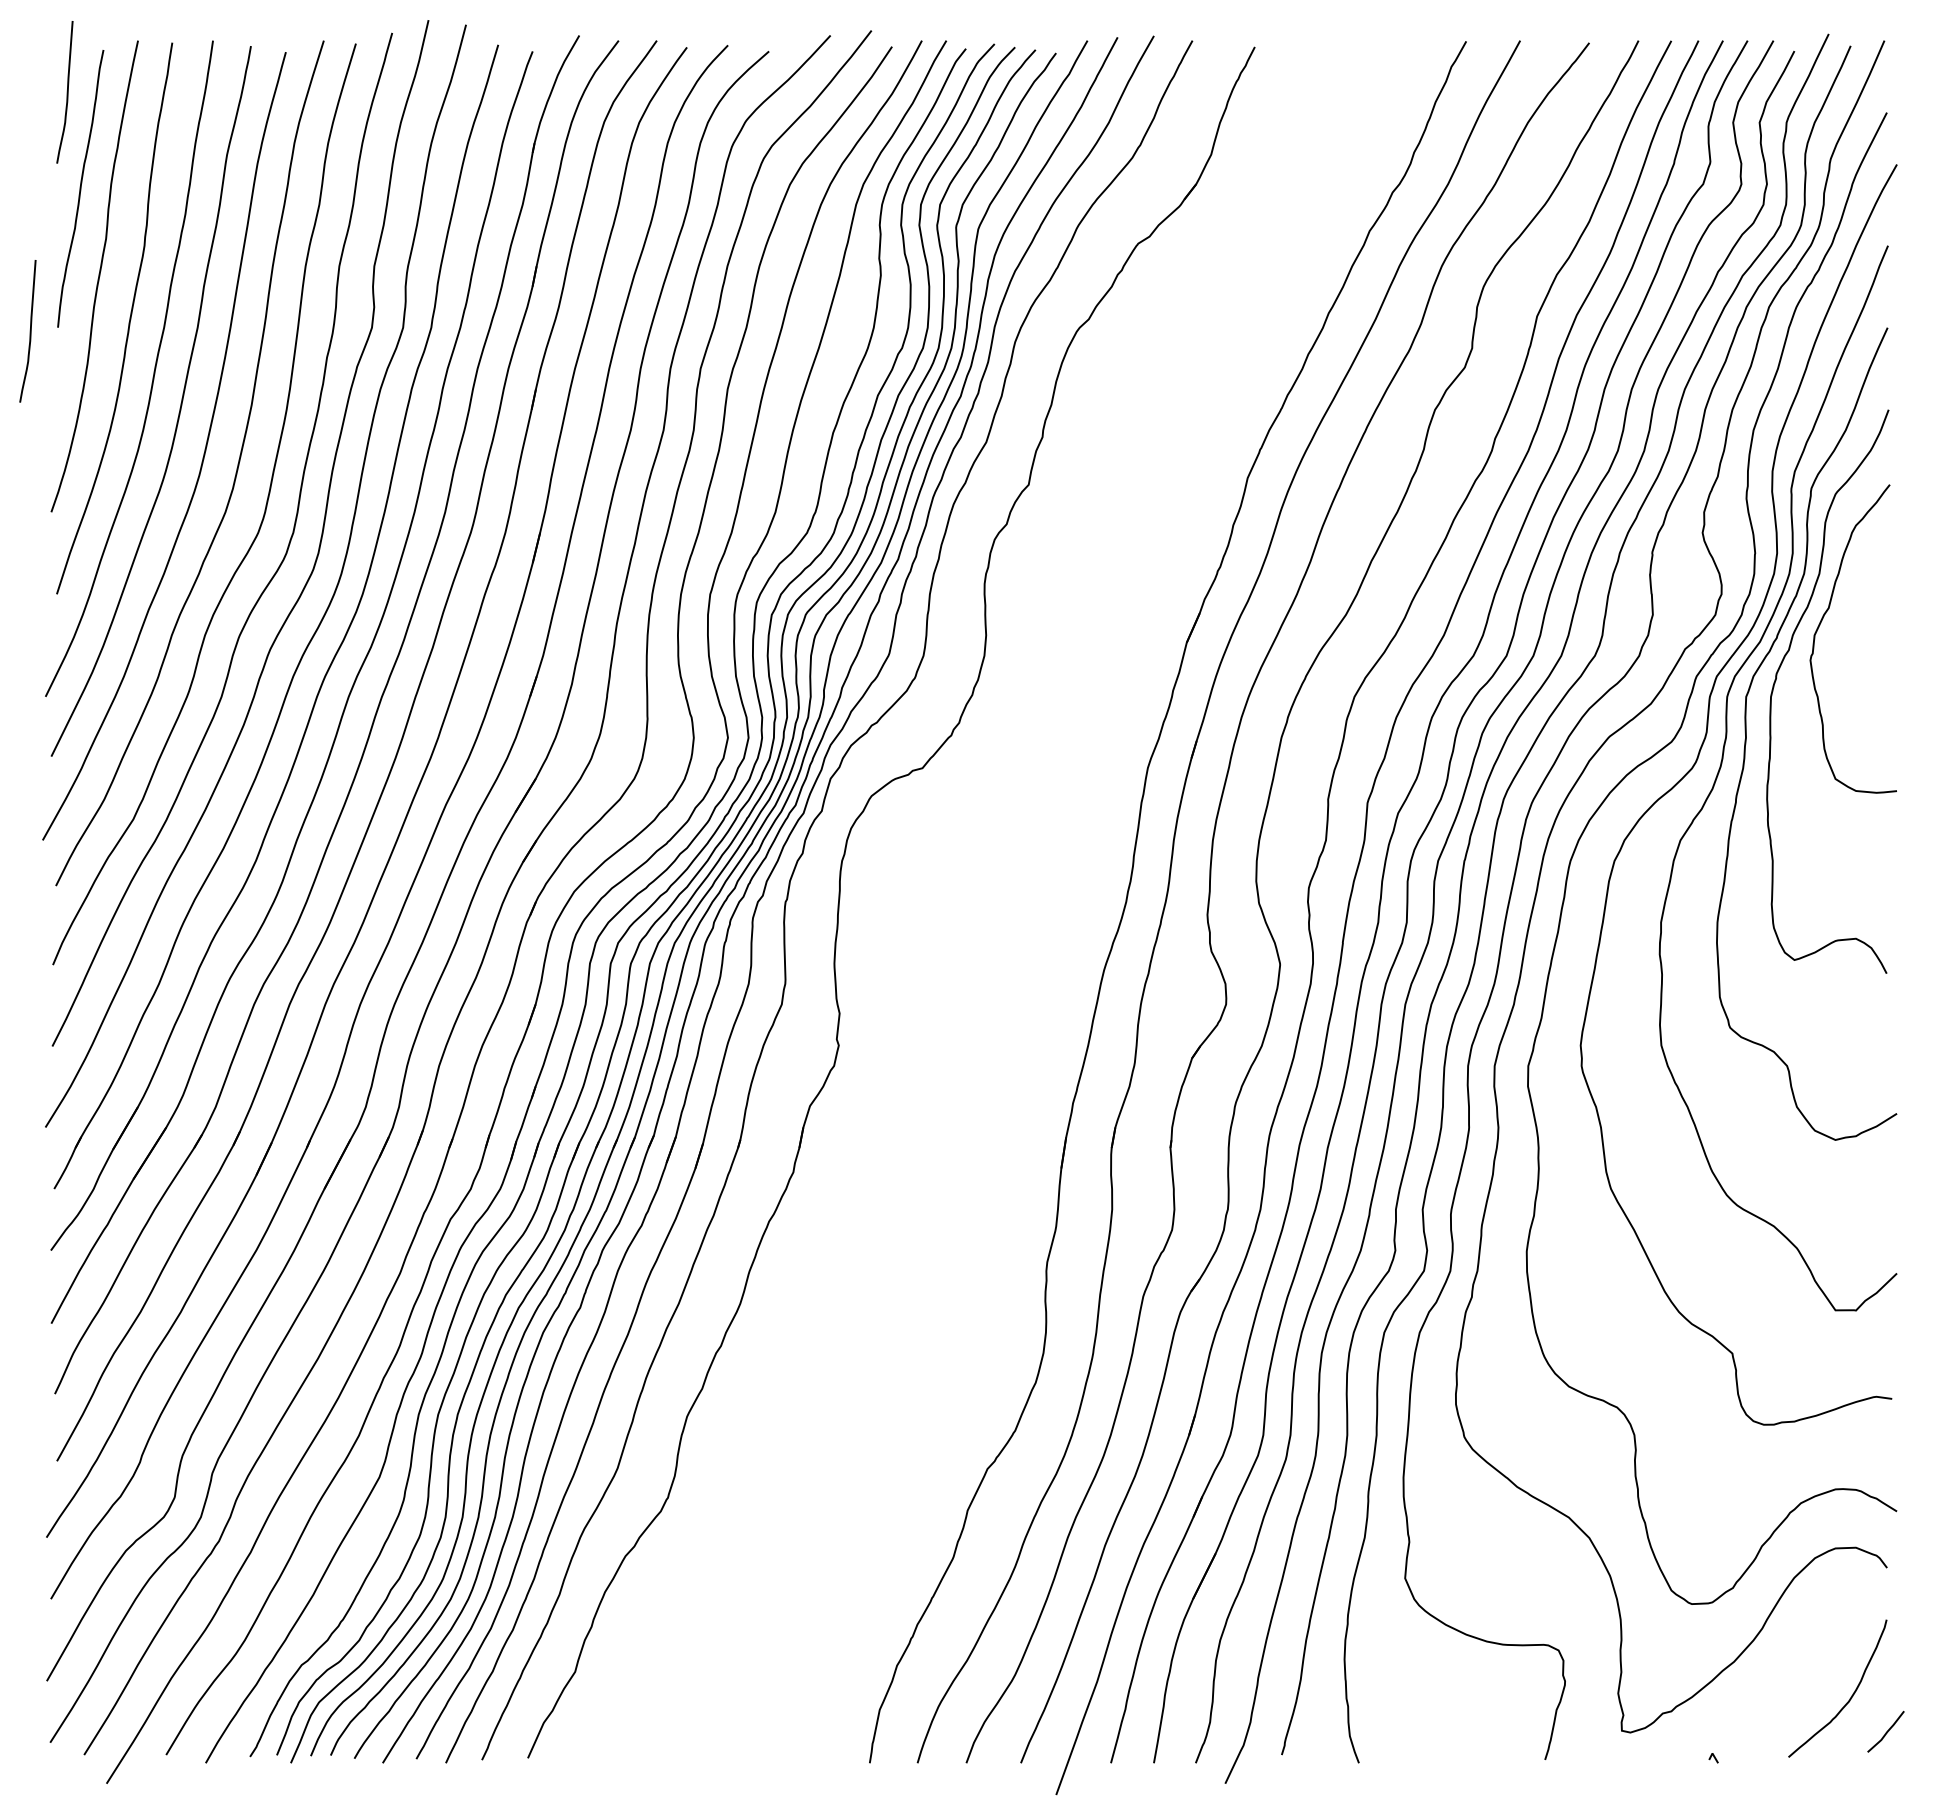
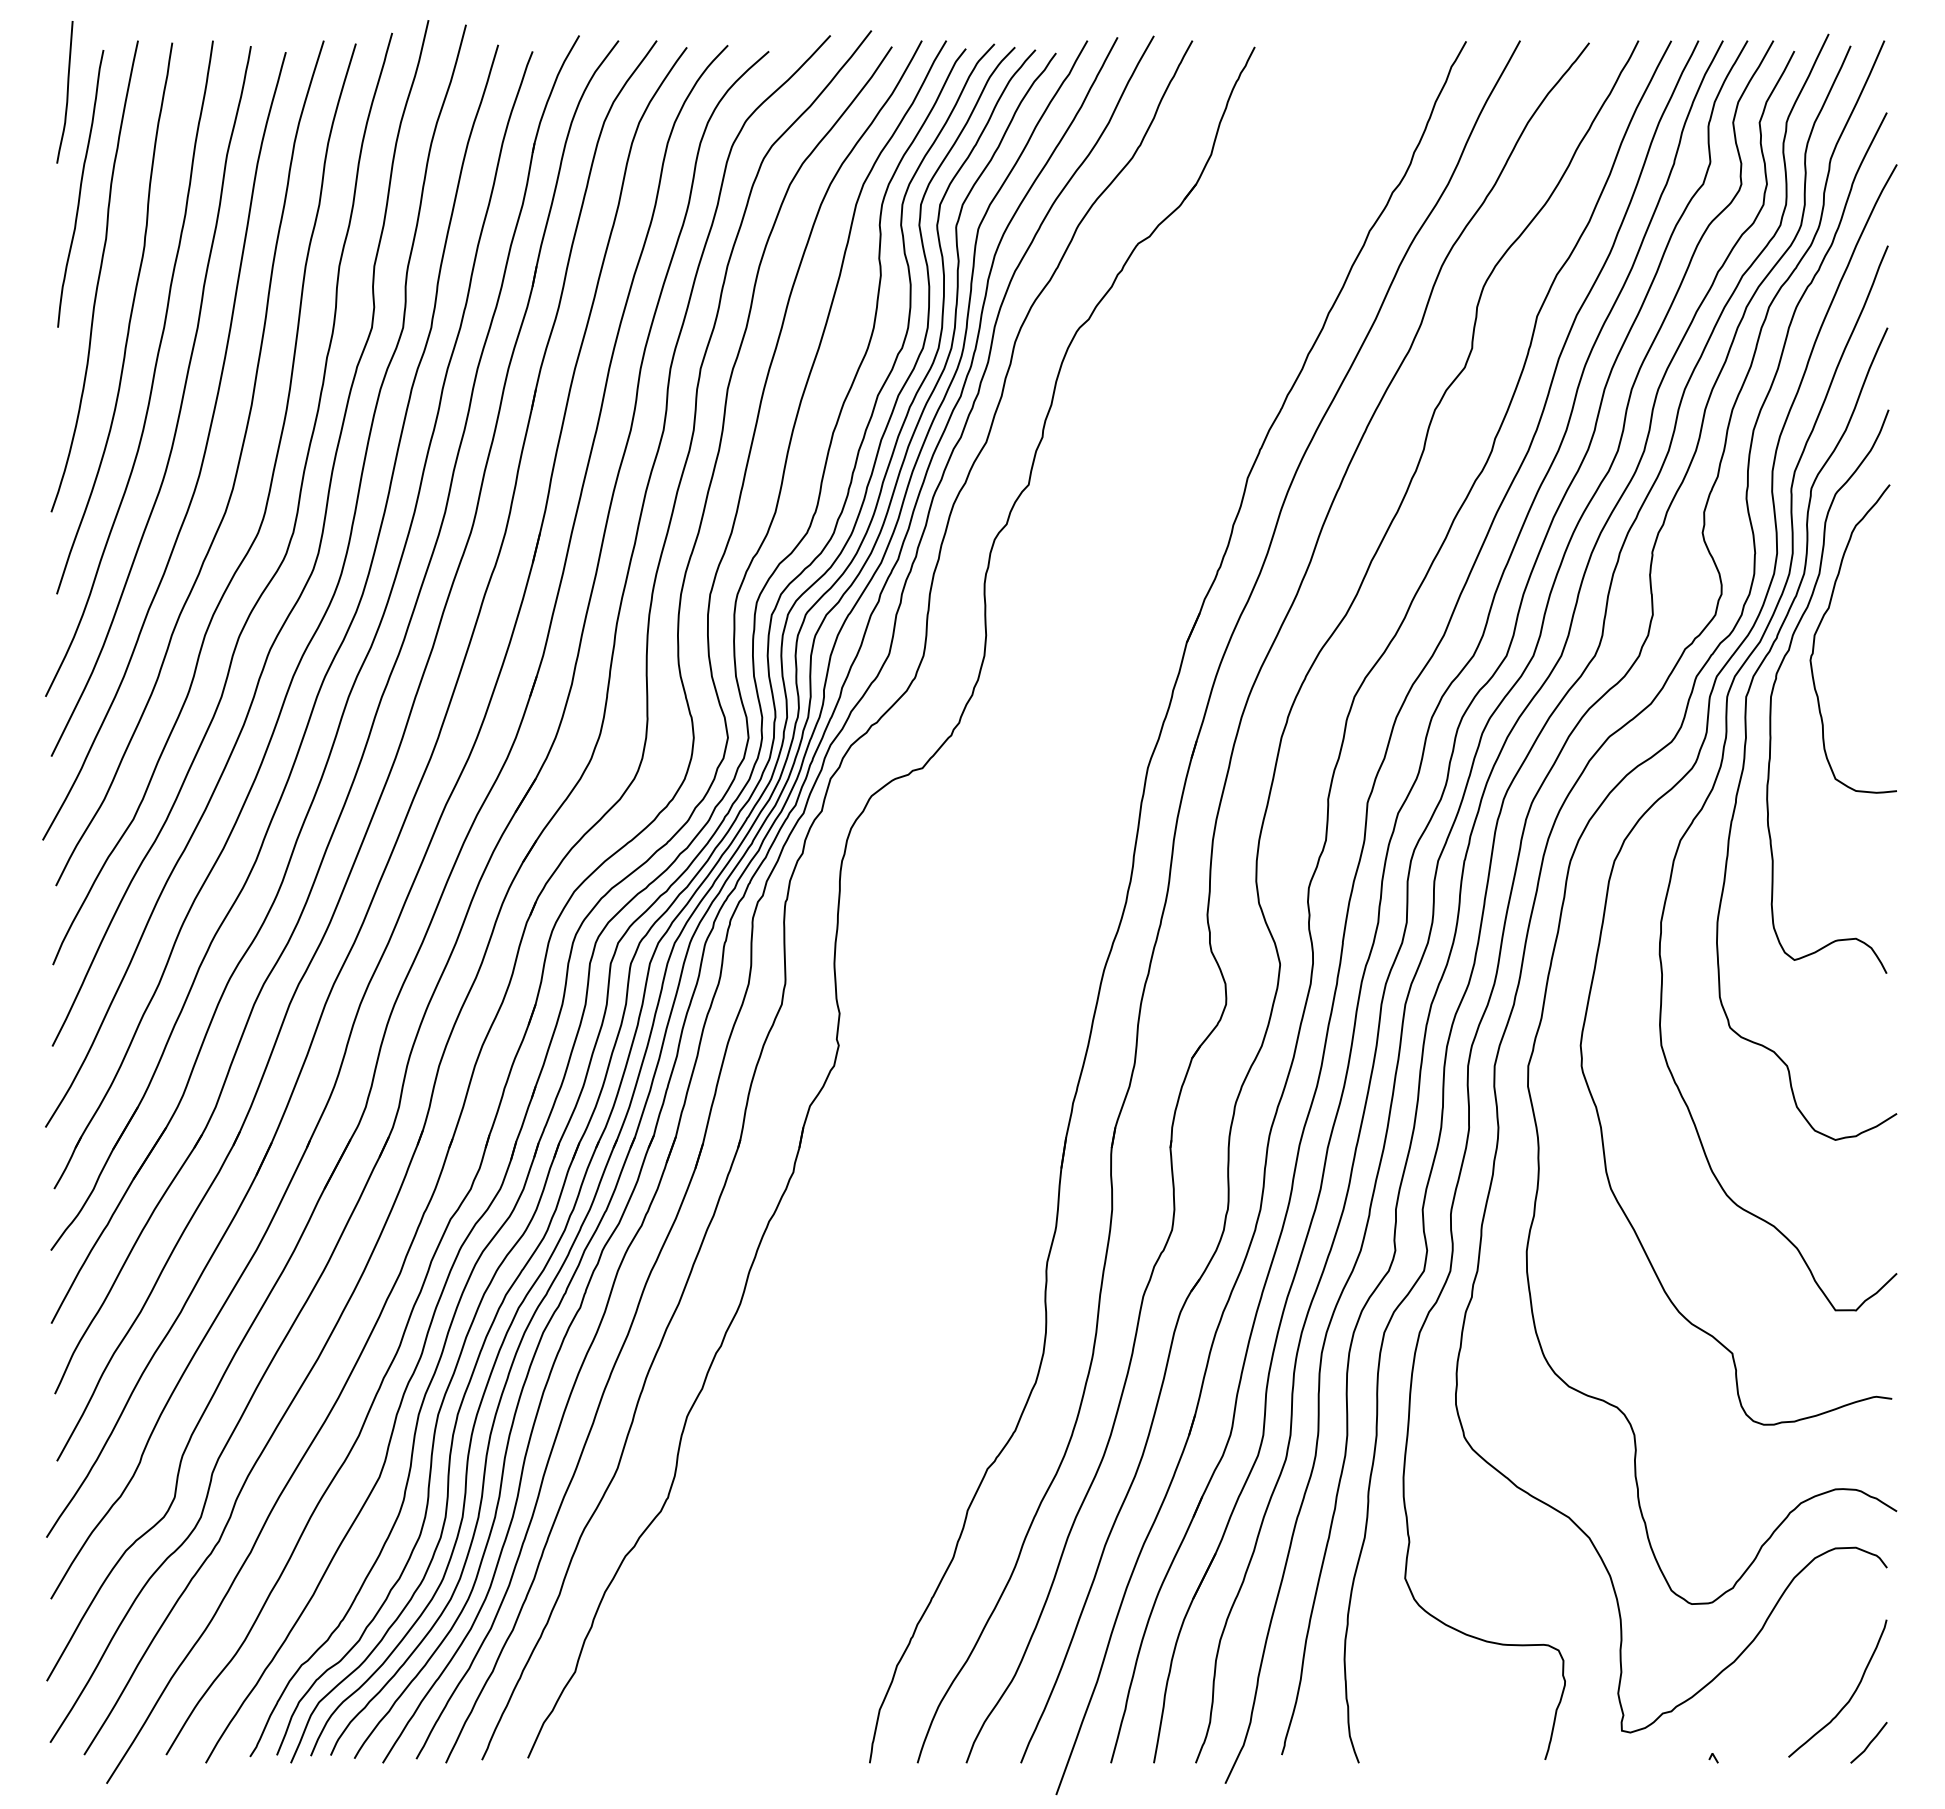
curve at (29, 331): present -> none
line at (1886, 1731) position: (1886, 1731) -> (1869, 1742)
